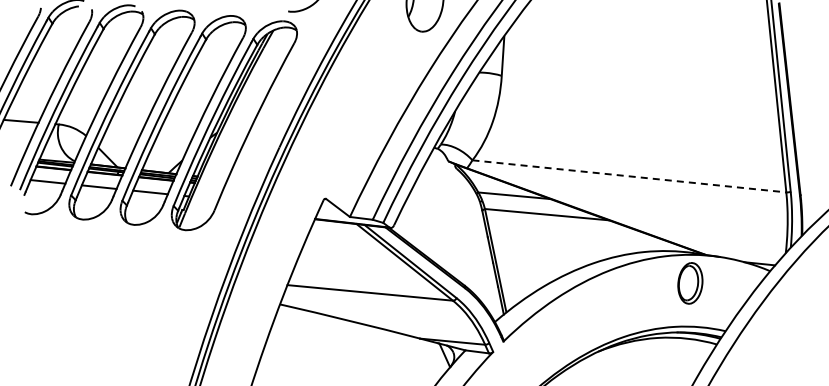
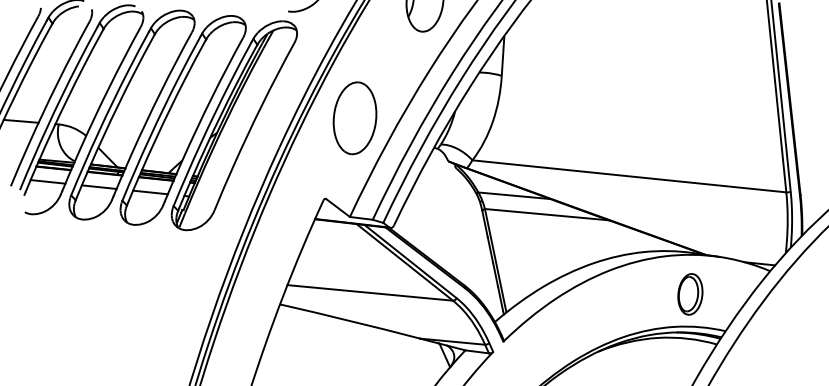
part at (354, 118): none -> present
line at (629, 176): dashed -> solid
part at (690, 283) position: (690, 283) -> (690, 294)
